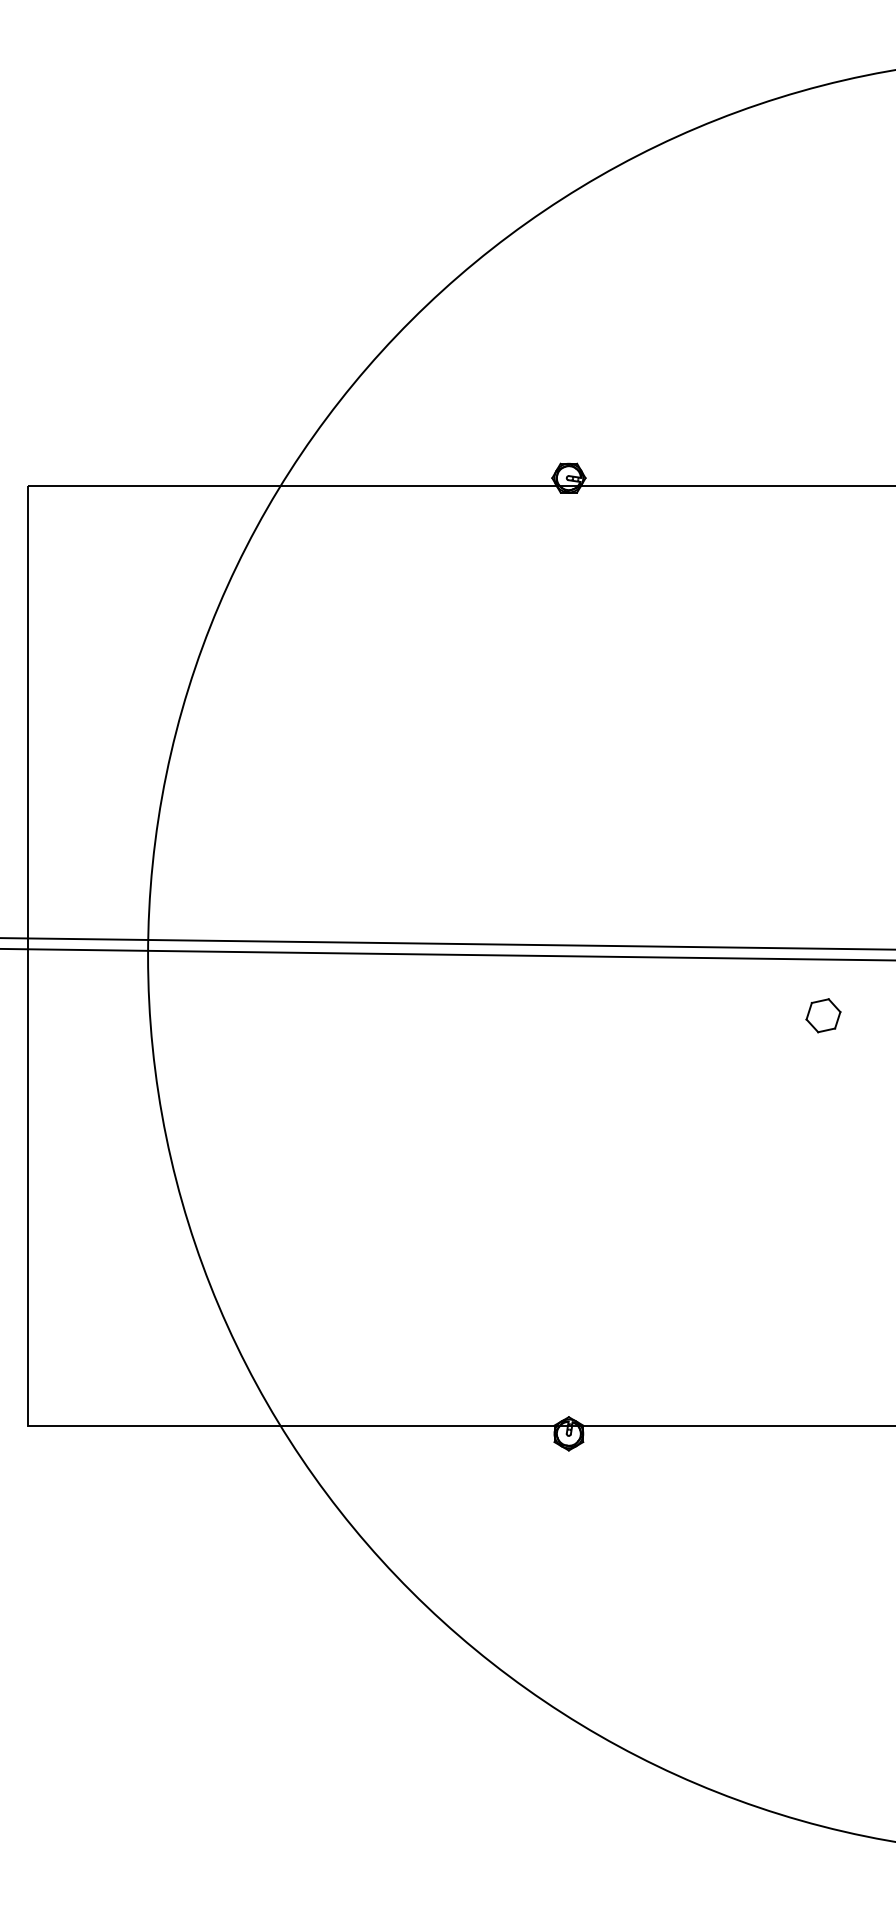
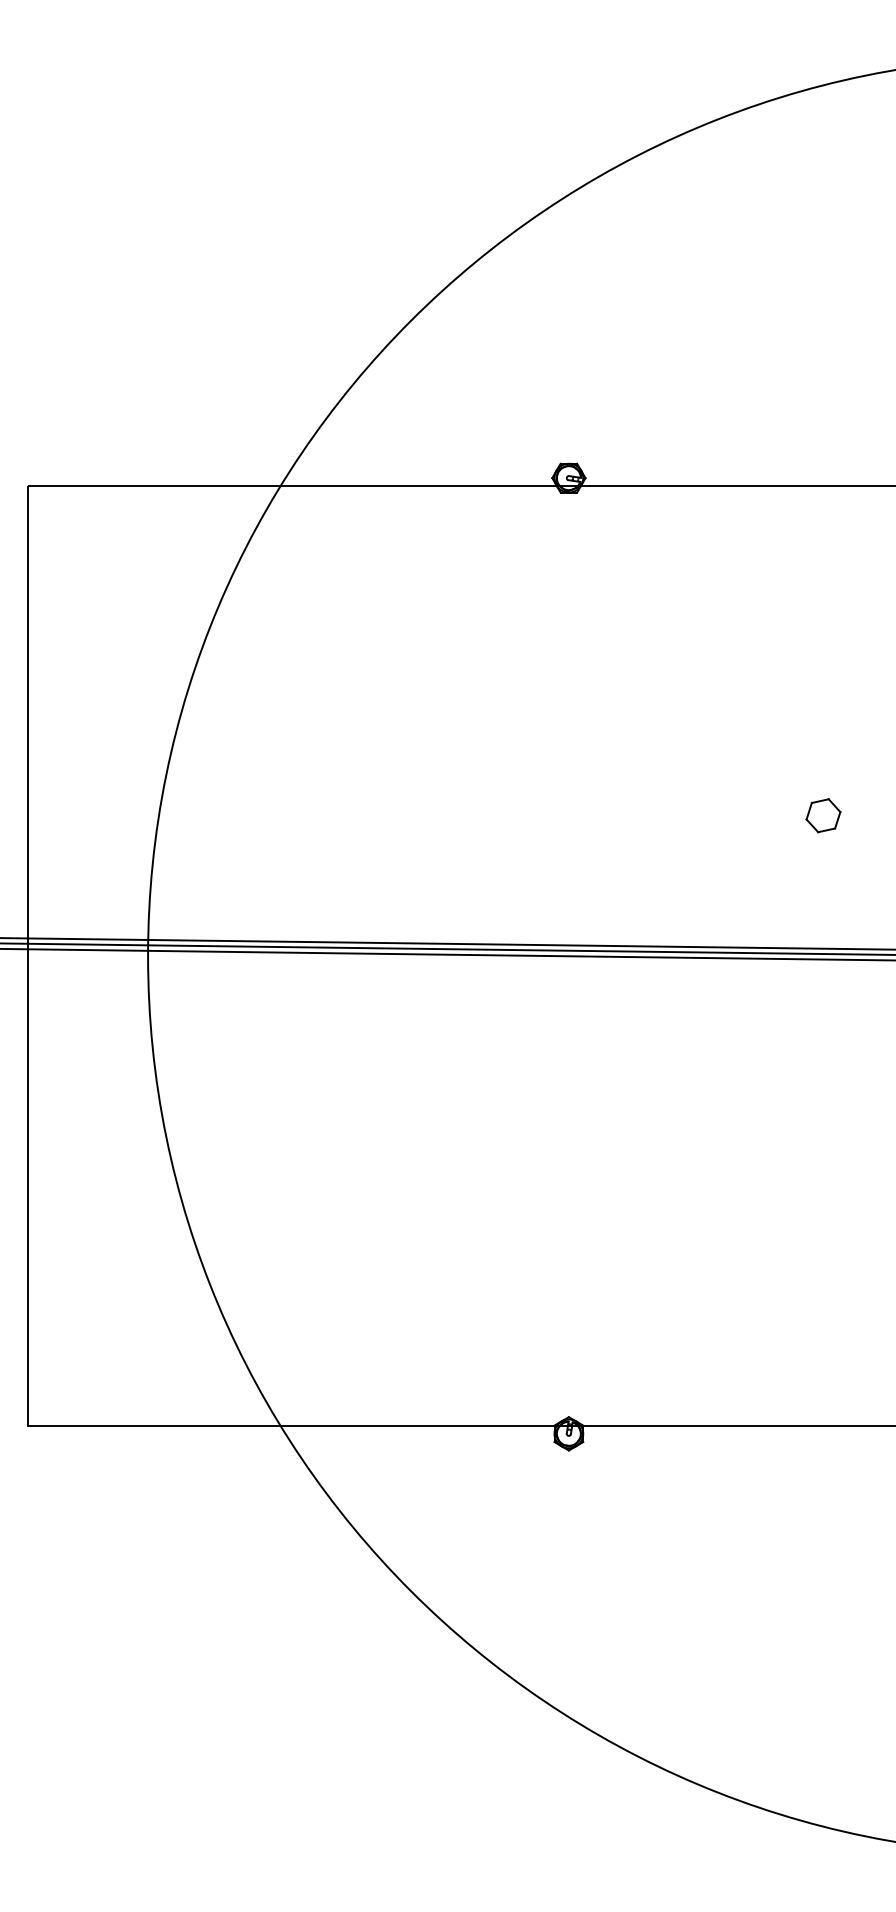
line at (447, 948): none -> present
part at (823, 1015) position: (823, 1015) -> (823, 815)
